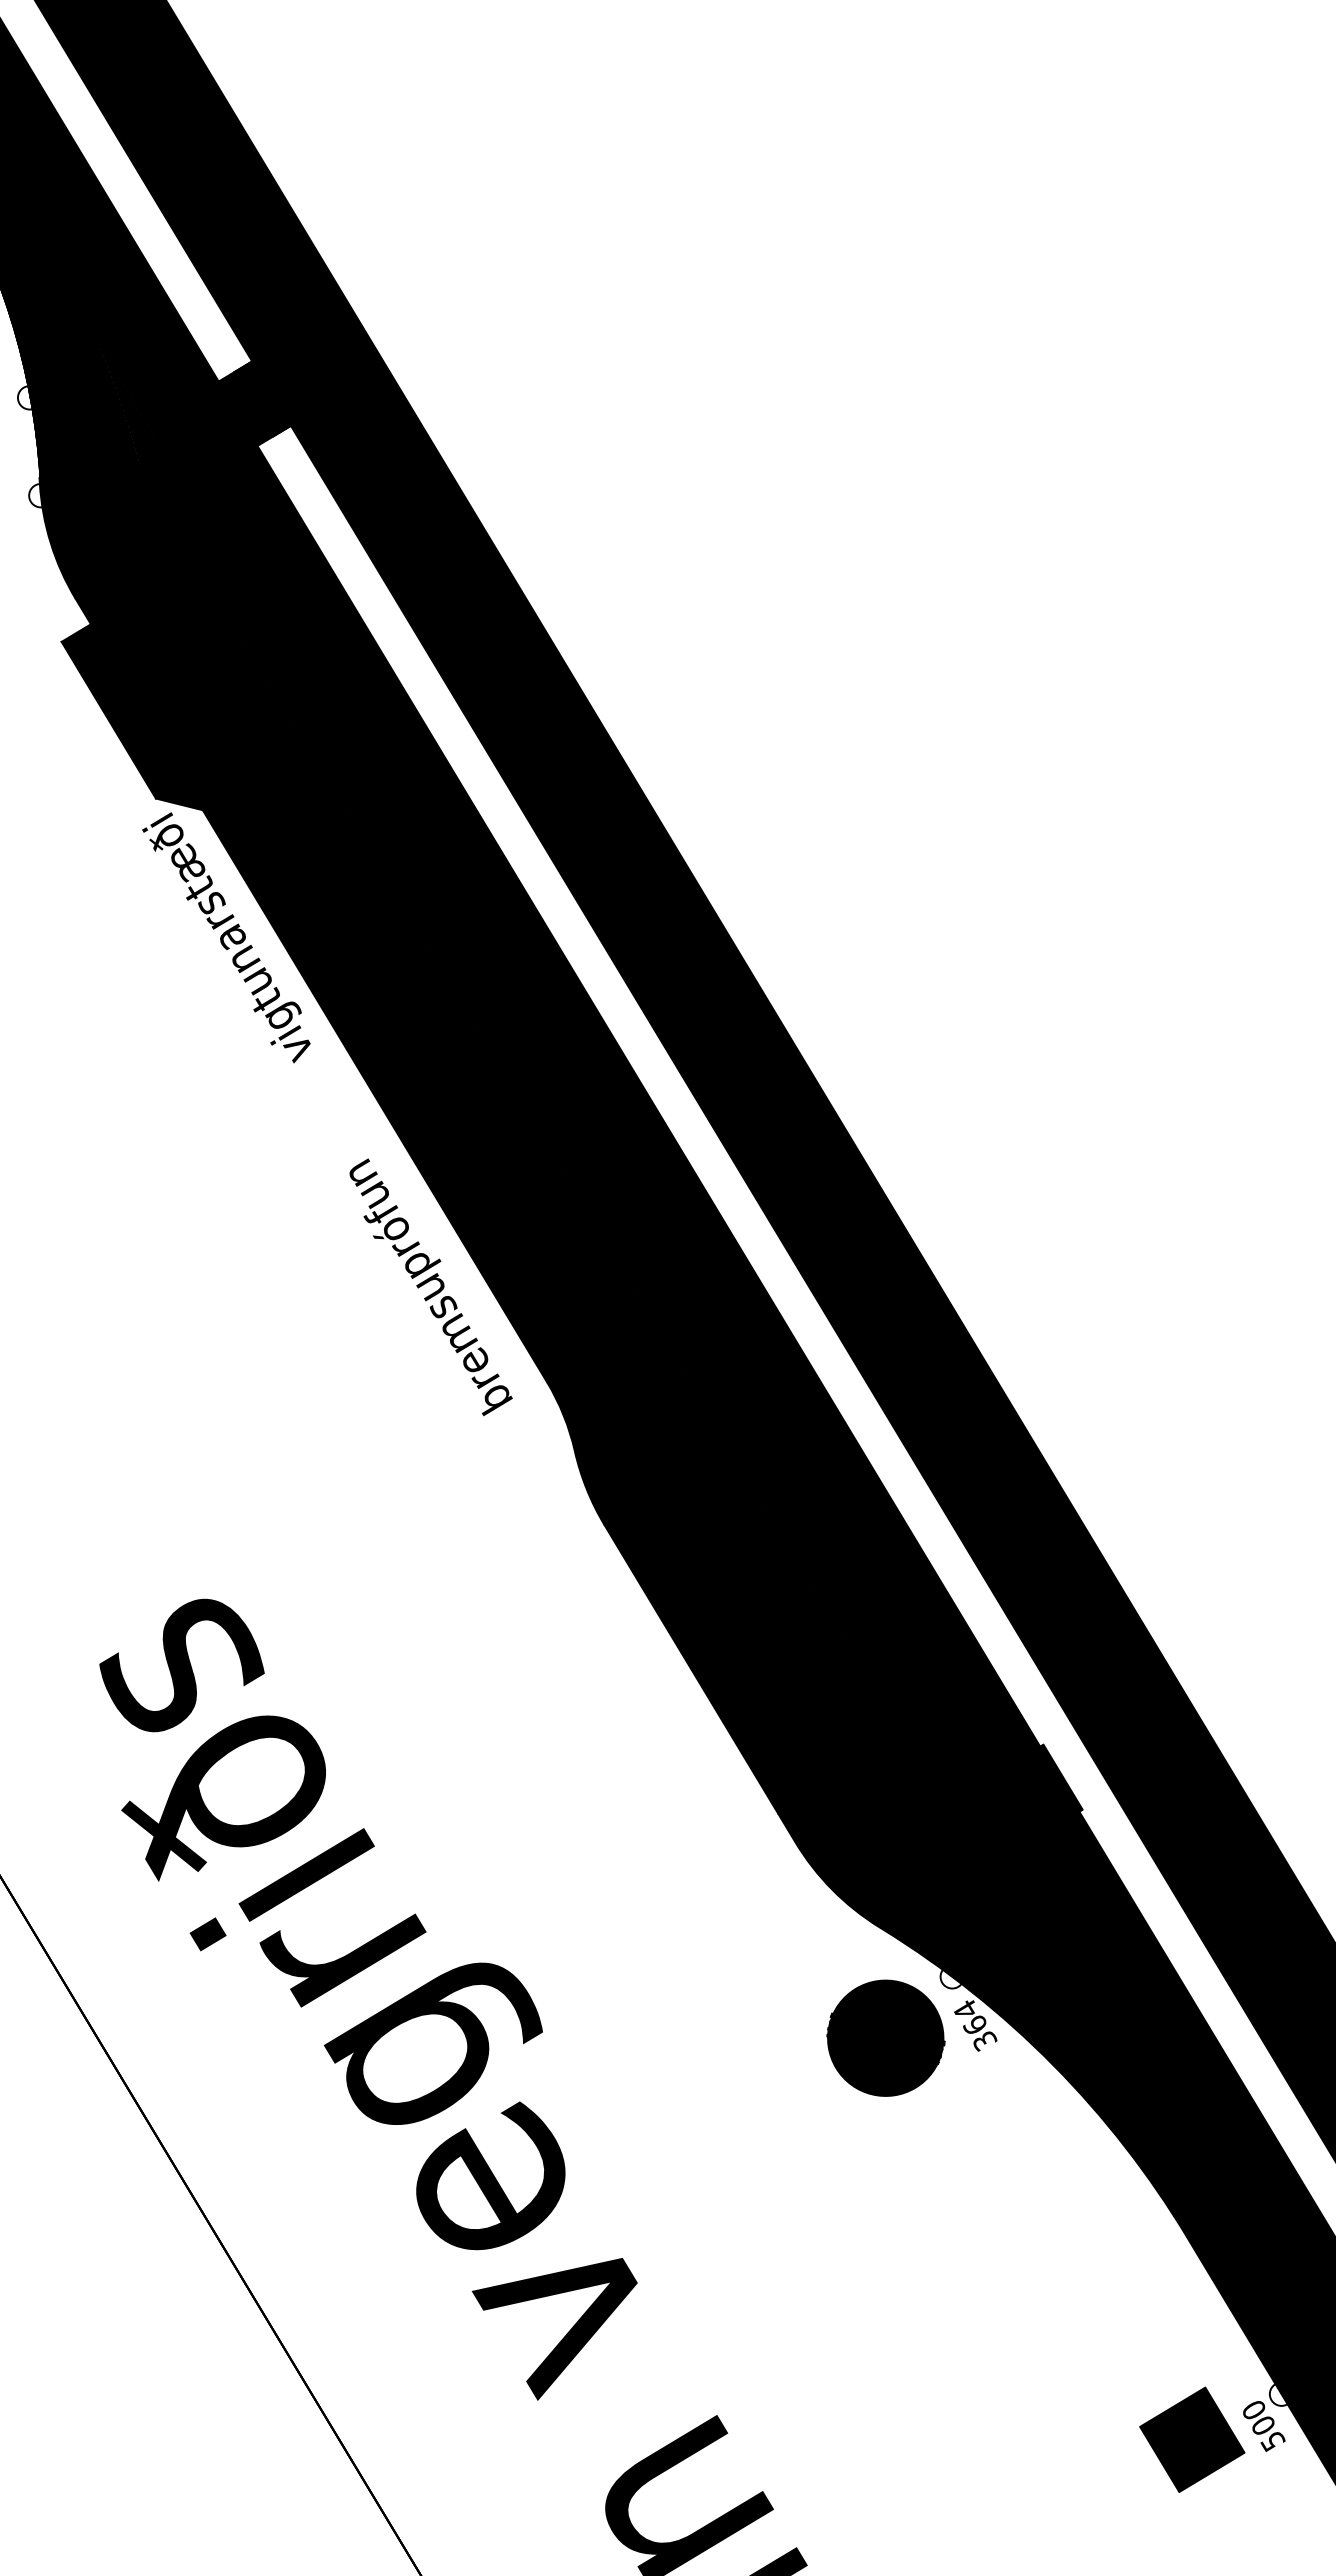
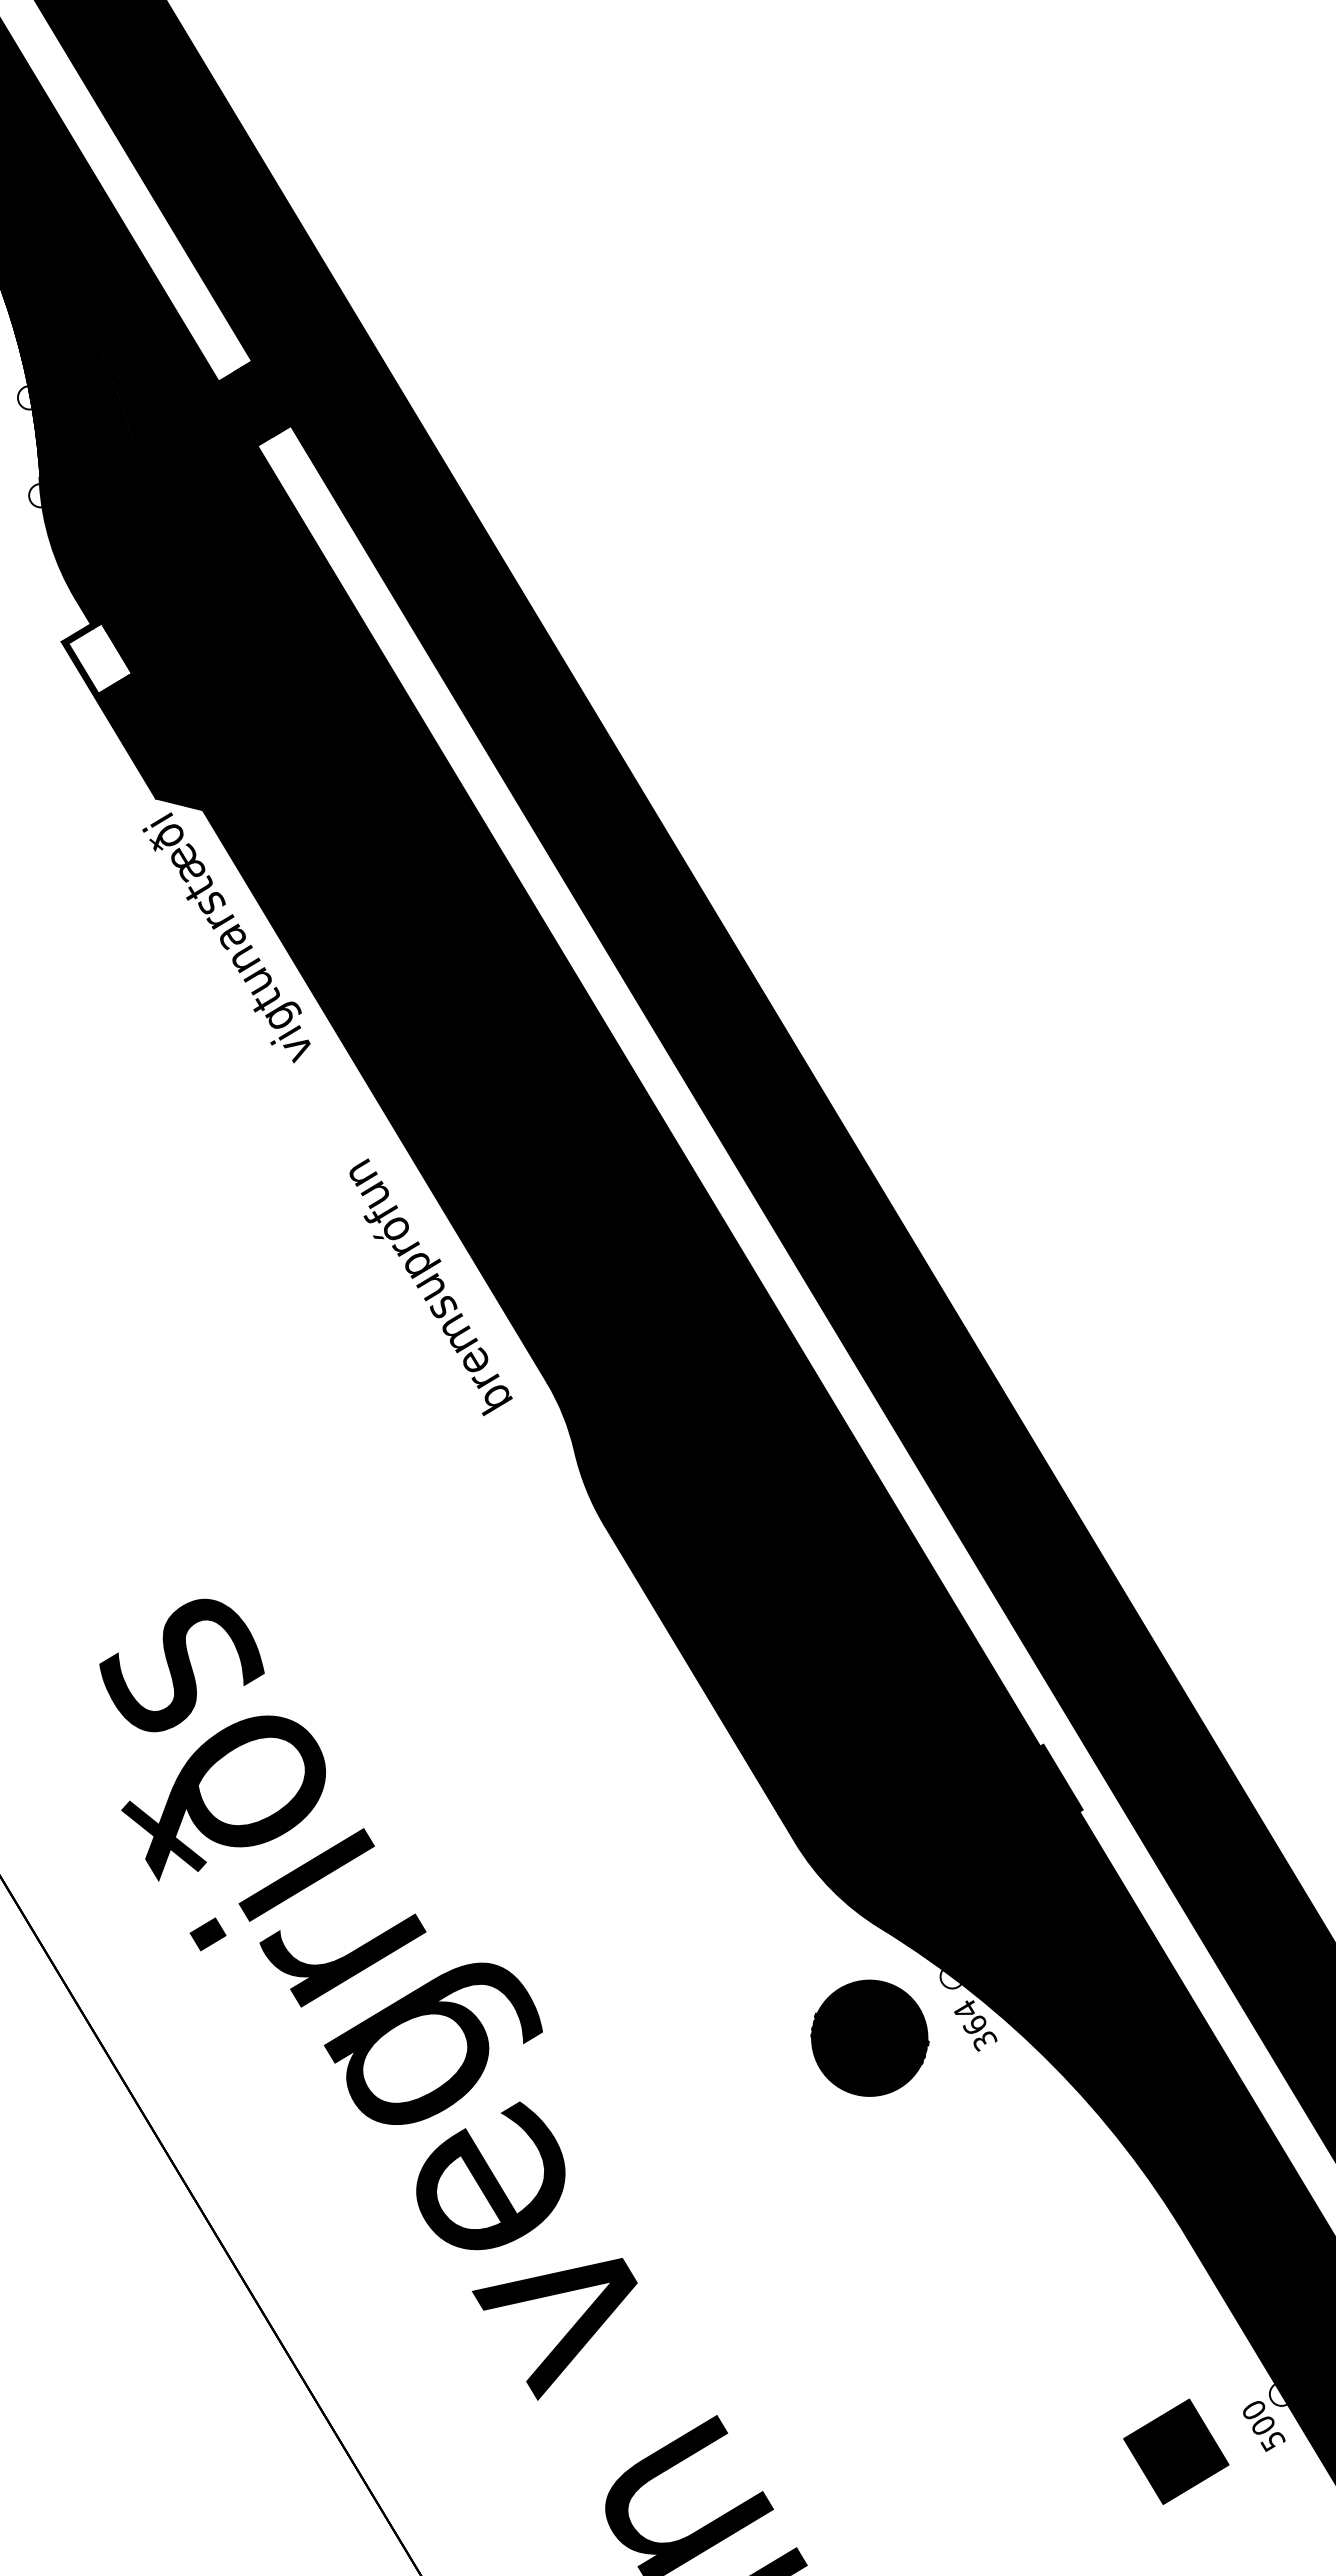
fill at (100, 658): present -> none
part at (885, 2037) position: (885, 2037) -> (869, 2037)
part at (1192, 2439) position: (1192, 2439) -> (1176, 2451)
